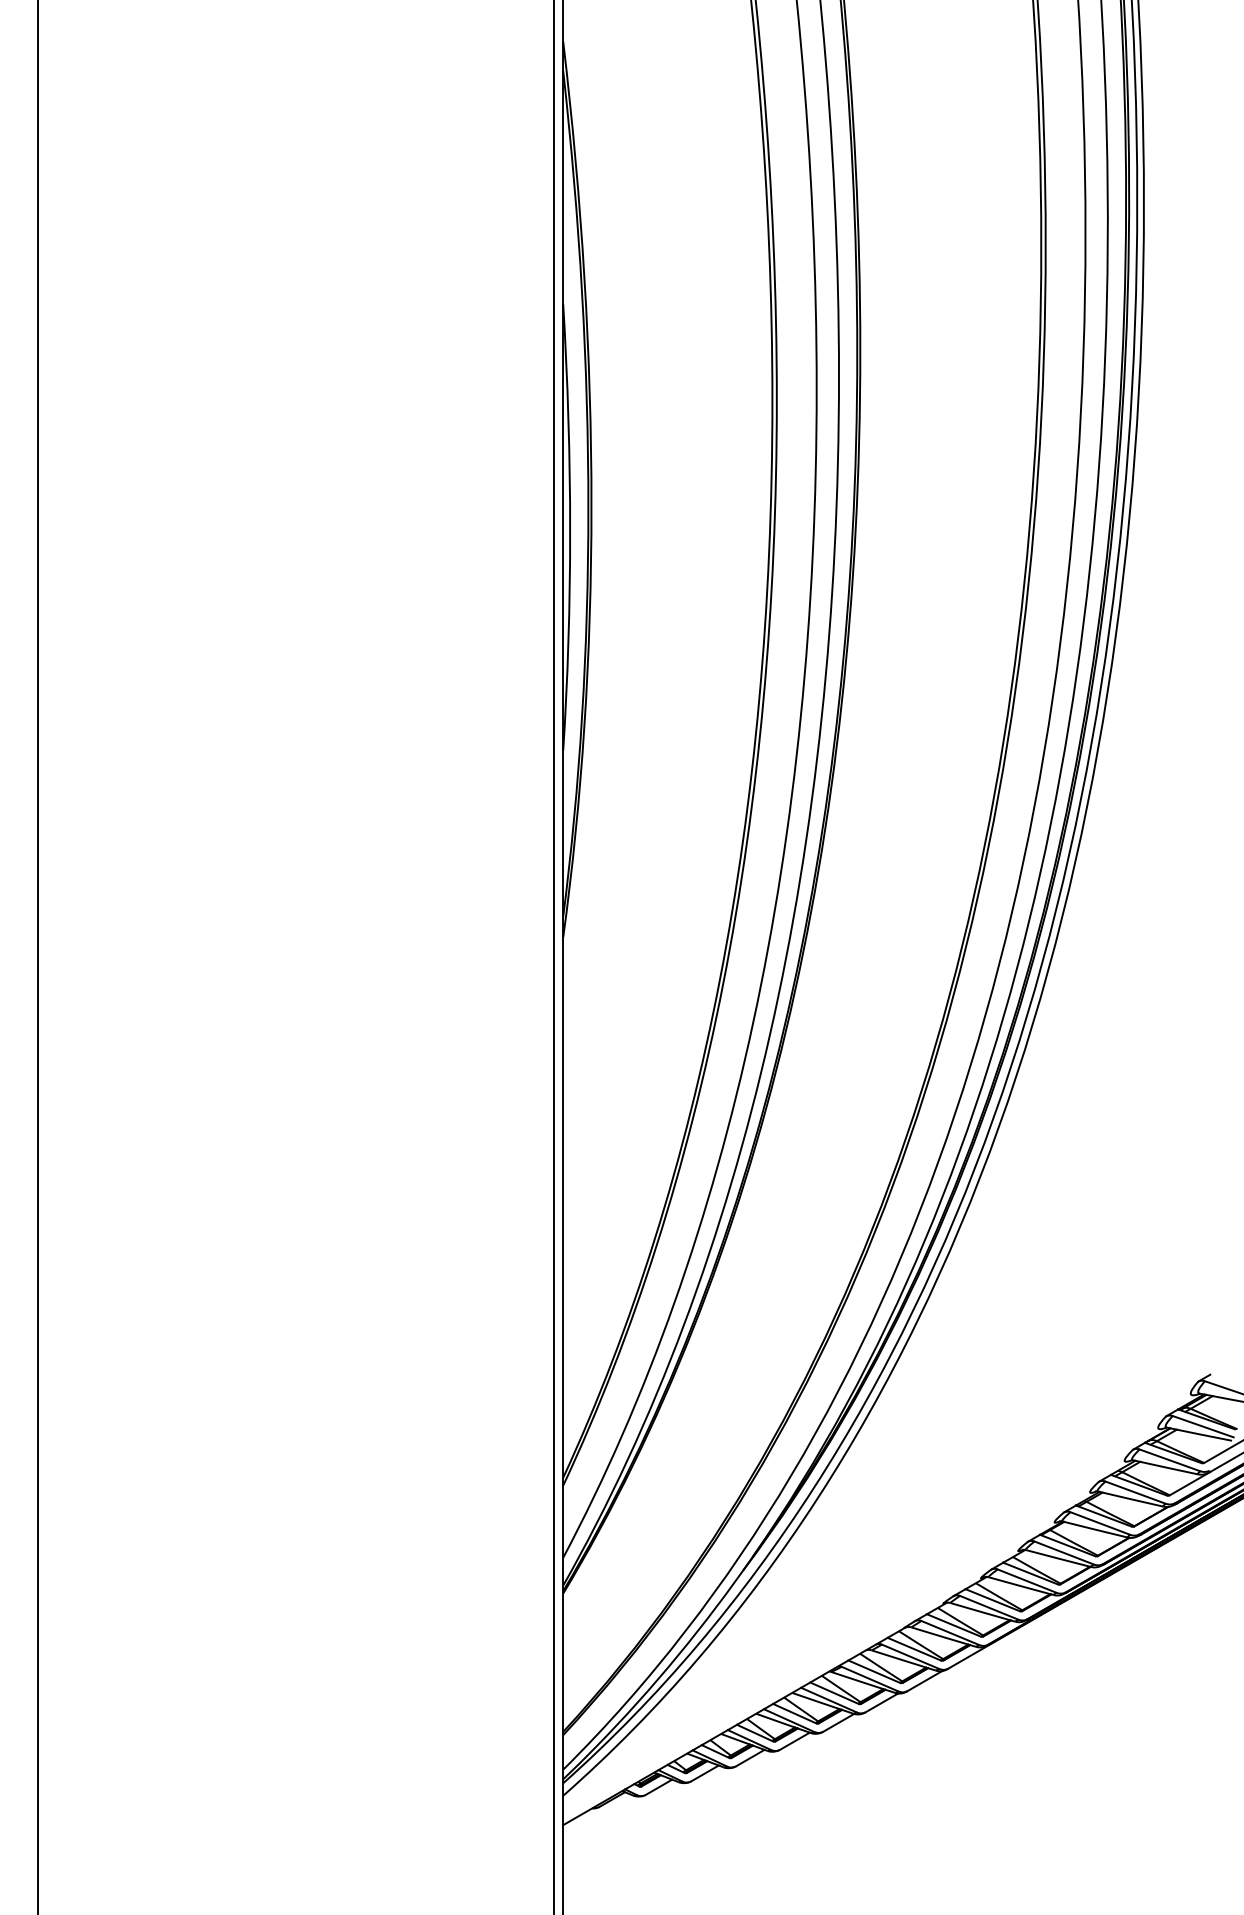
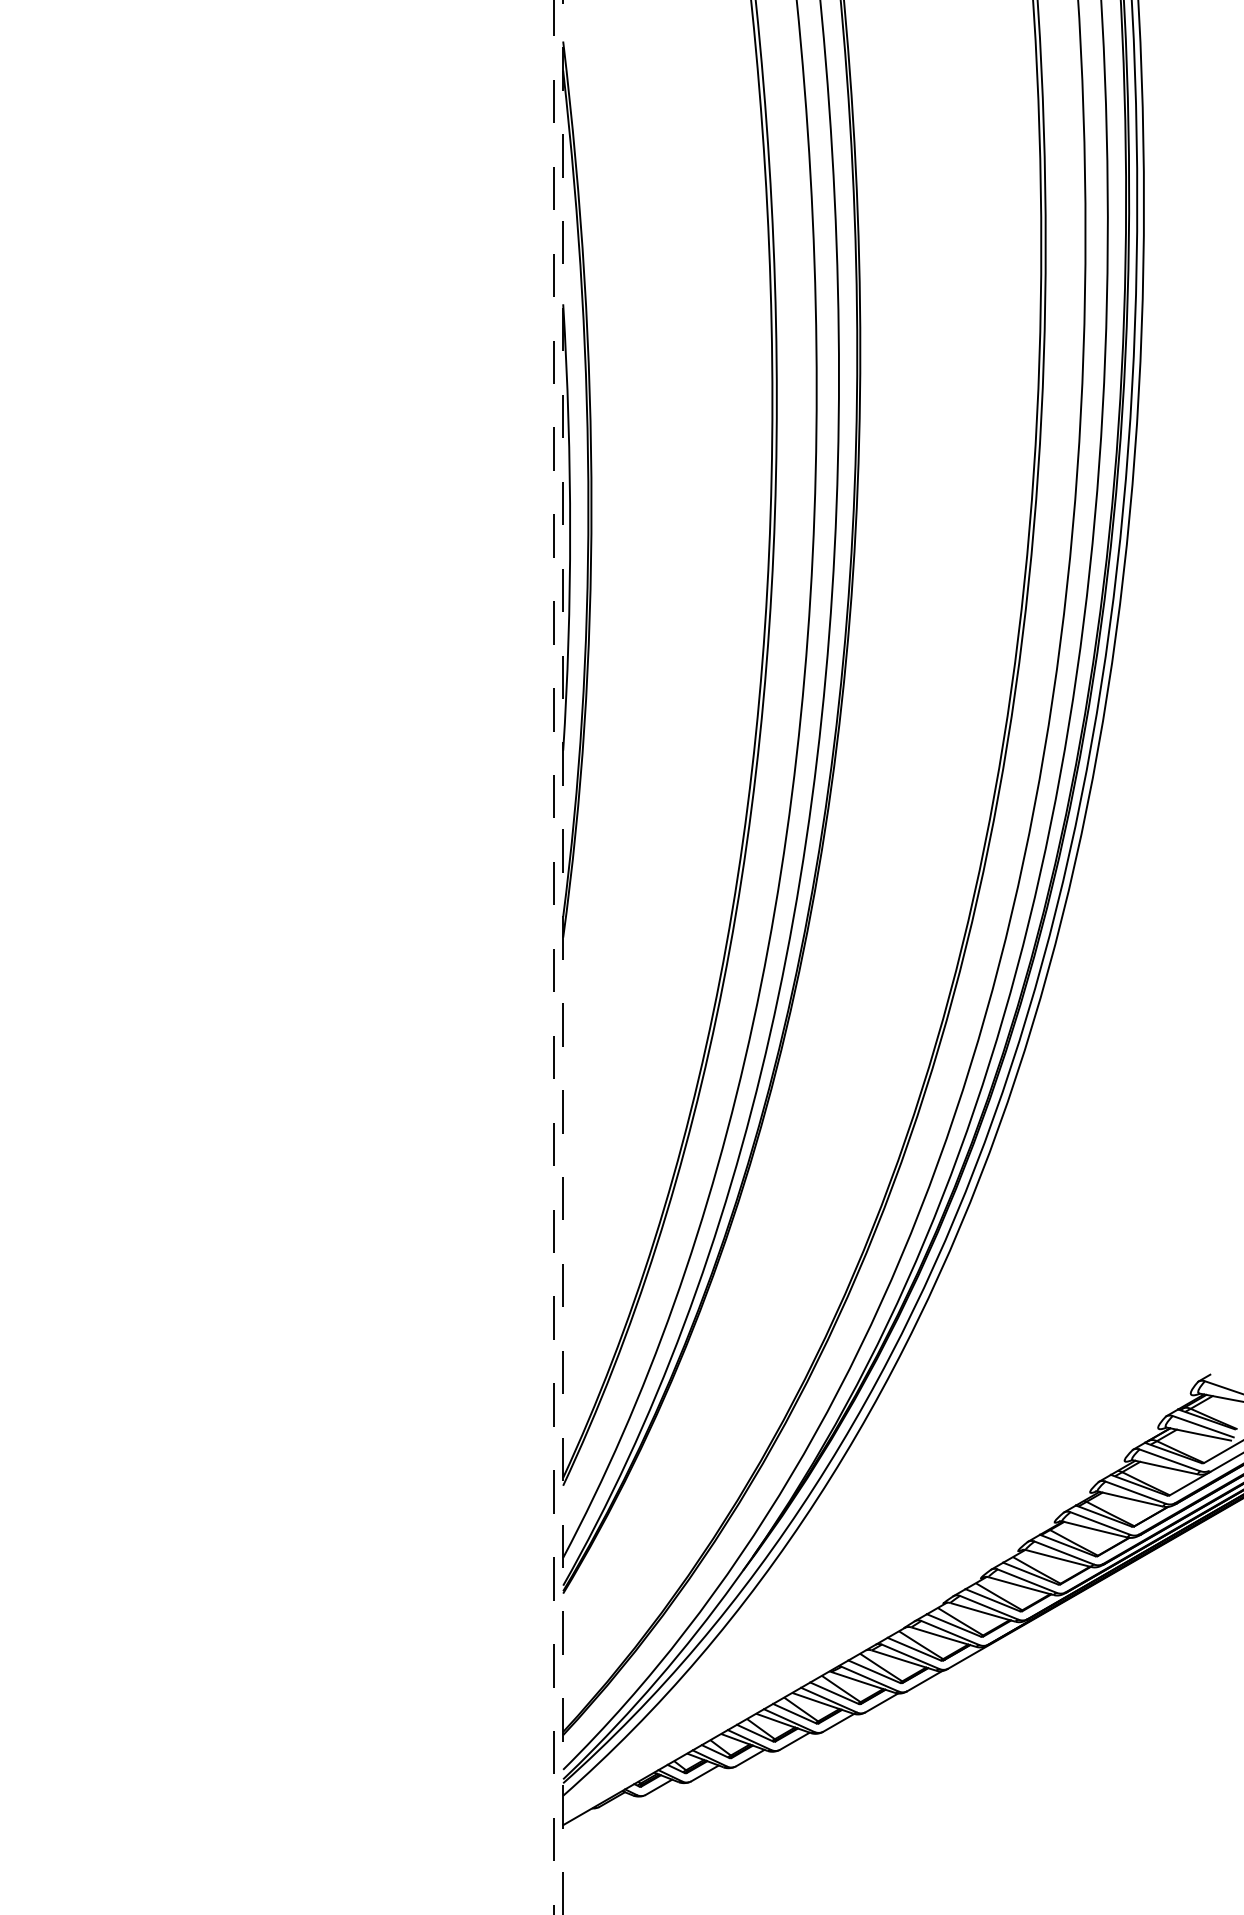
line at (38, 956): present -> none
line at (554, 957): solid -> dashed
line at (563, 958): solid -> dashed
